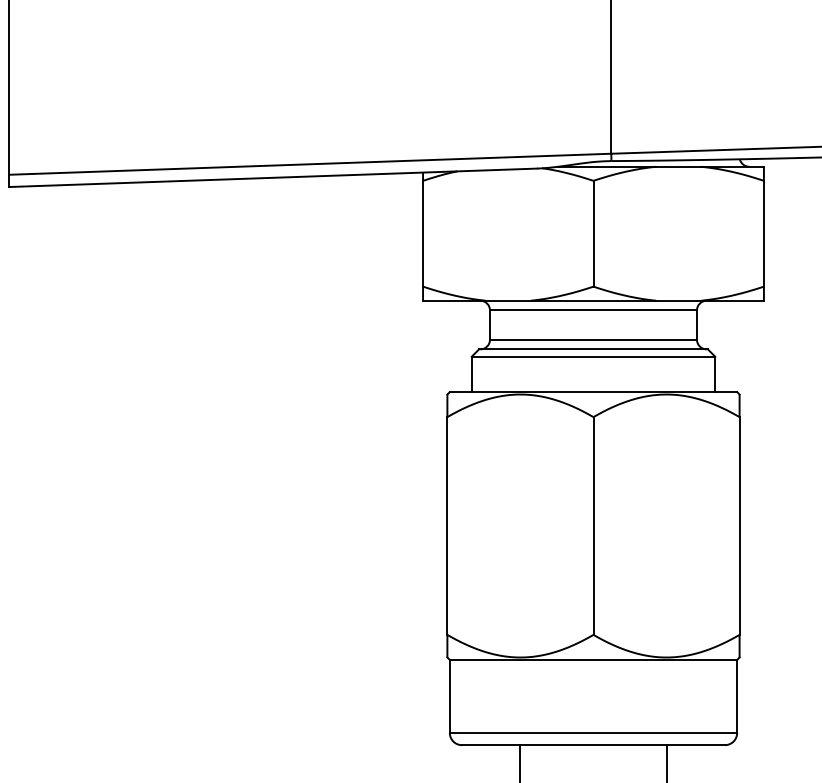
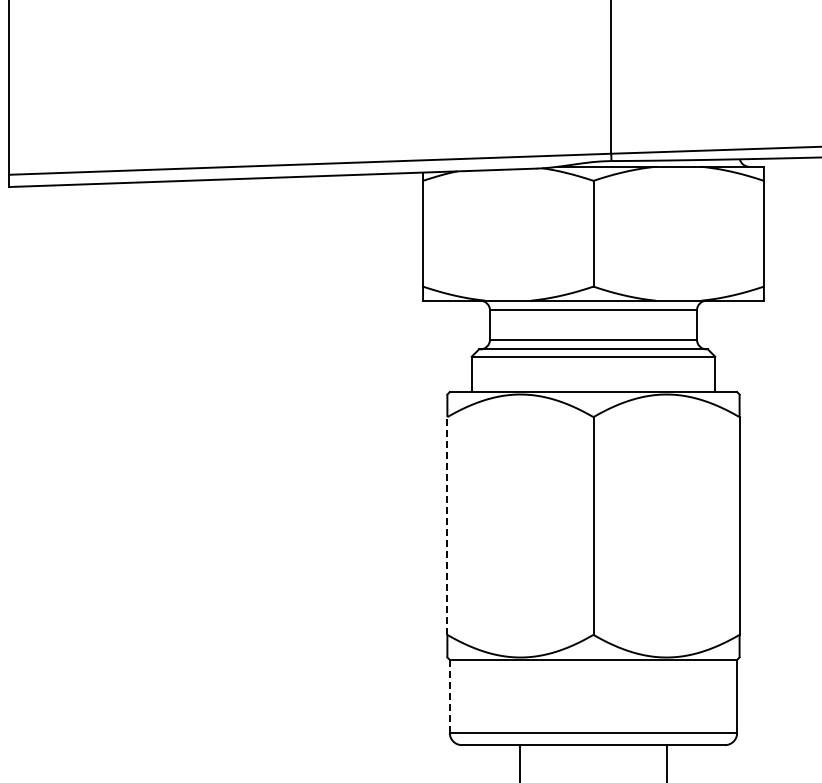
line at (447, 526): solid -> dashed
line at (449, 696): solid -> dashed
